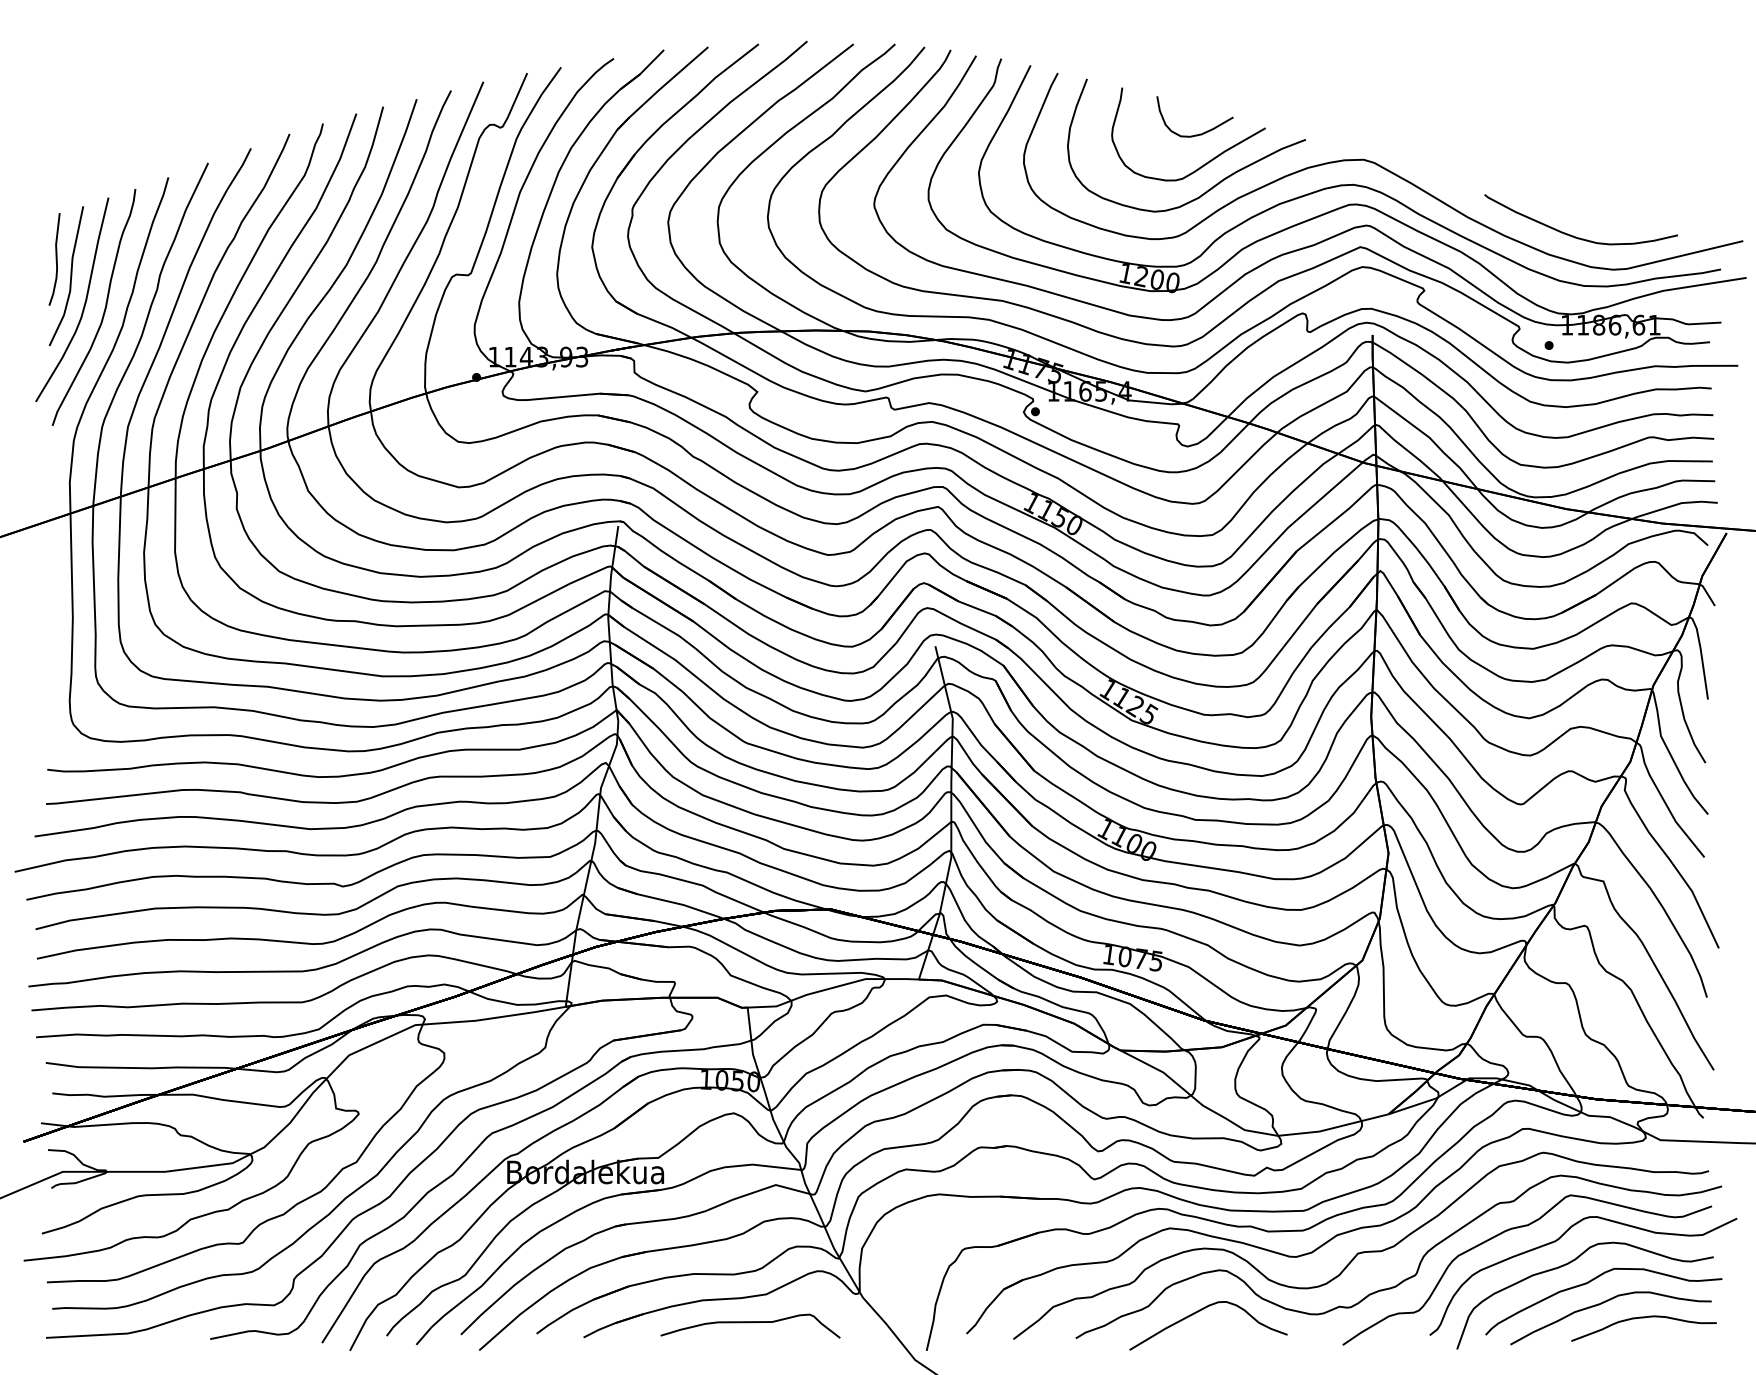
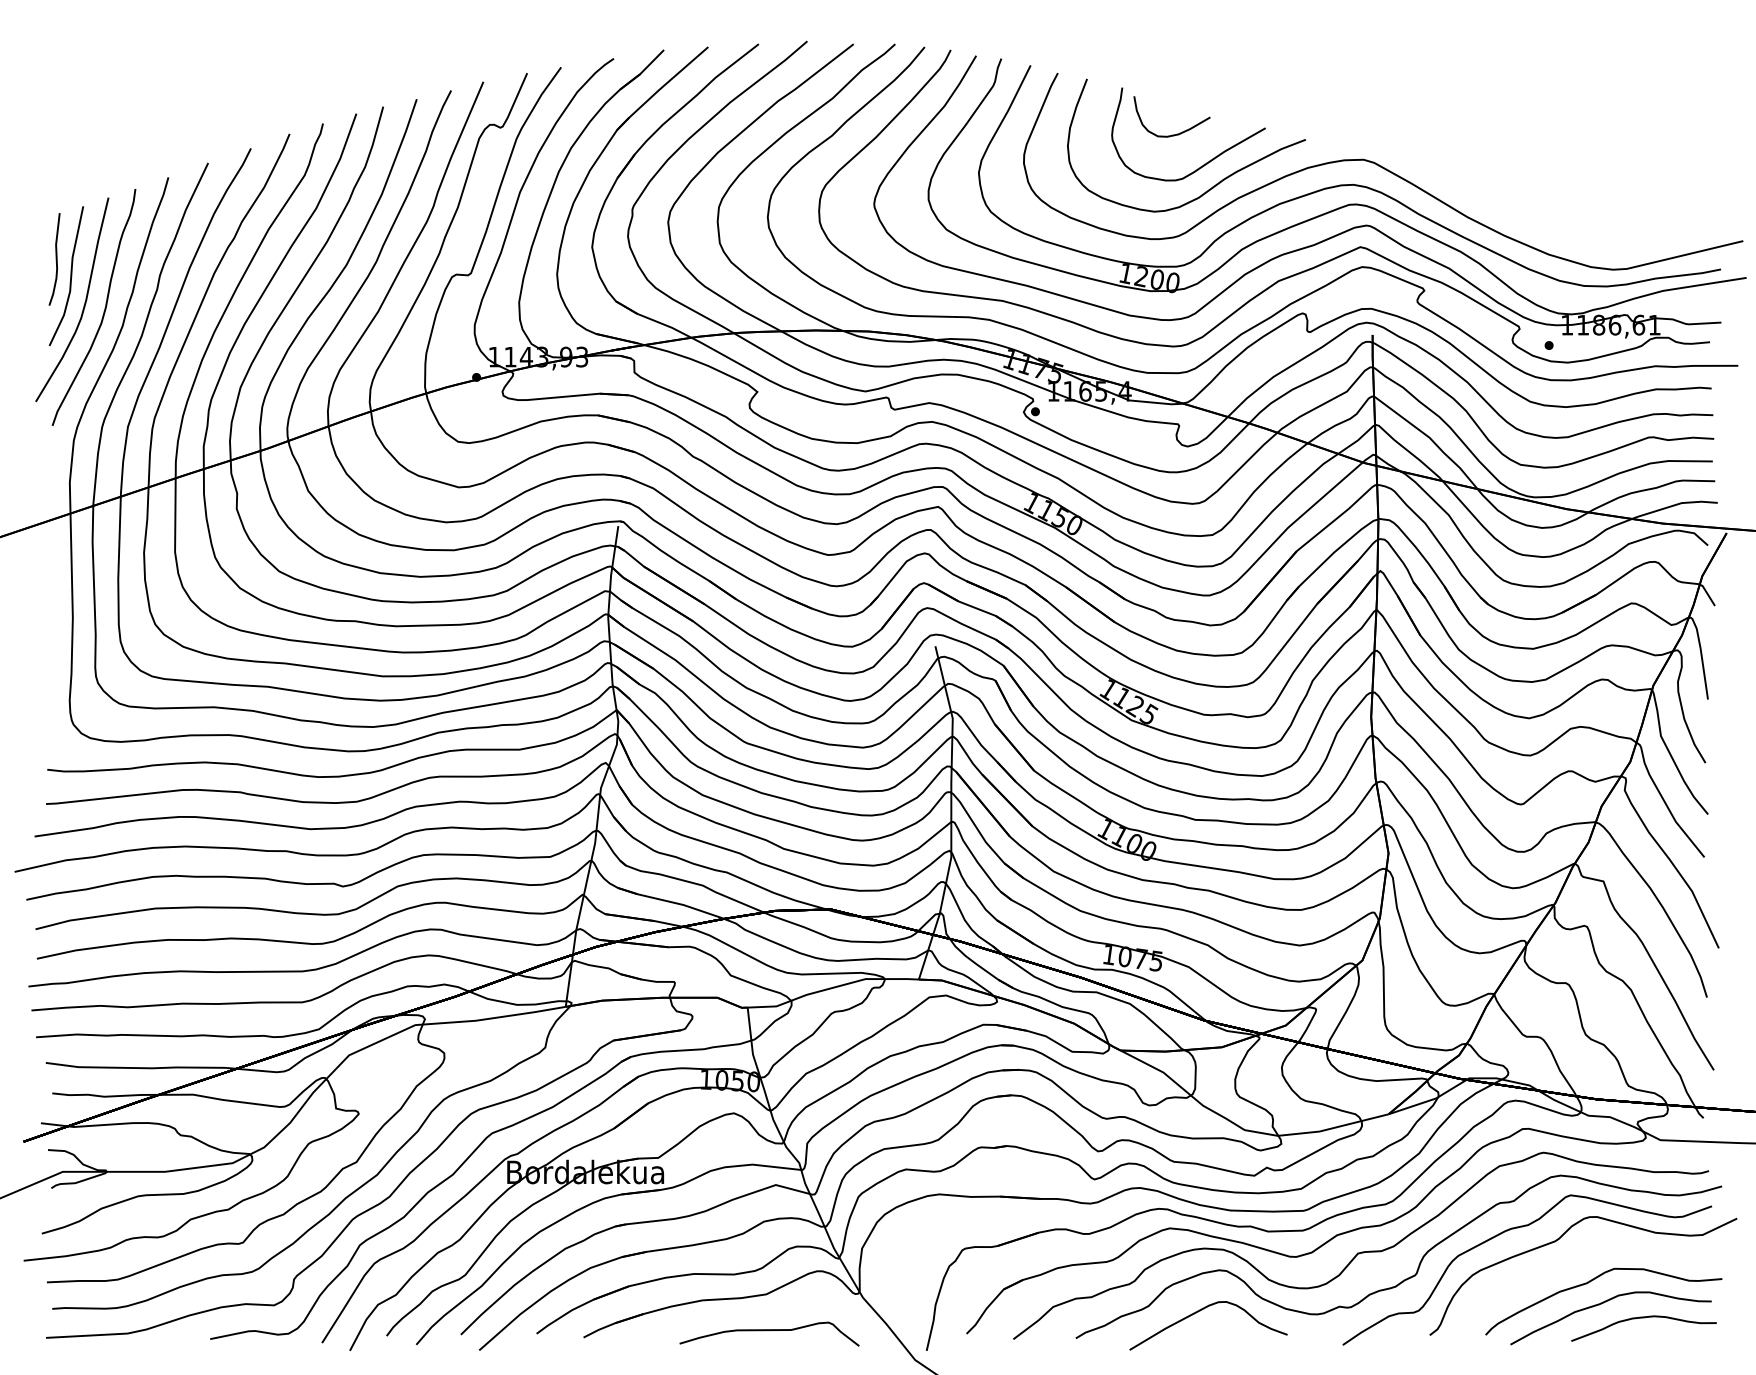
curve at (1199, 133) position: (1199, 133) -> (1176, 133)
curve at (1573, 235): present -> none
curve at (1568, 1264): present -> none
curve at (749, 1323) position: (749, 1323) -> (768, 1331)
